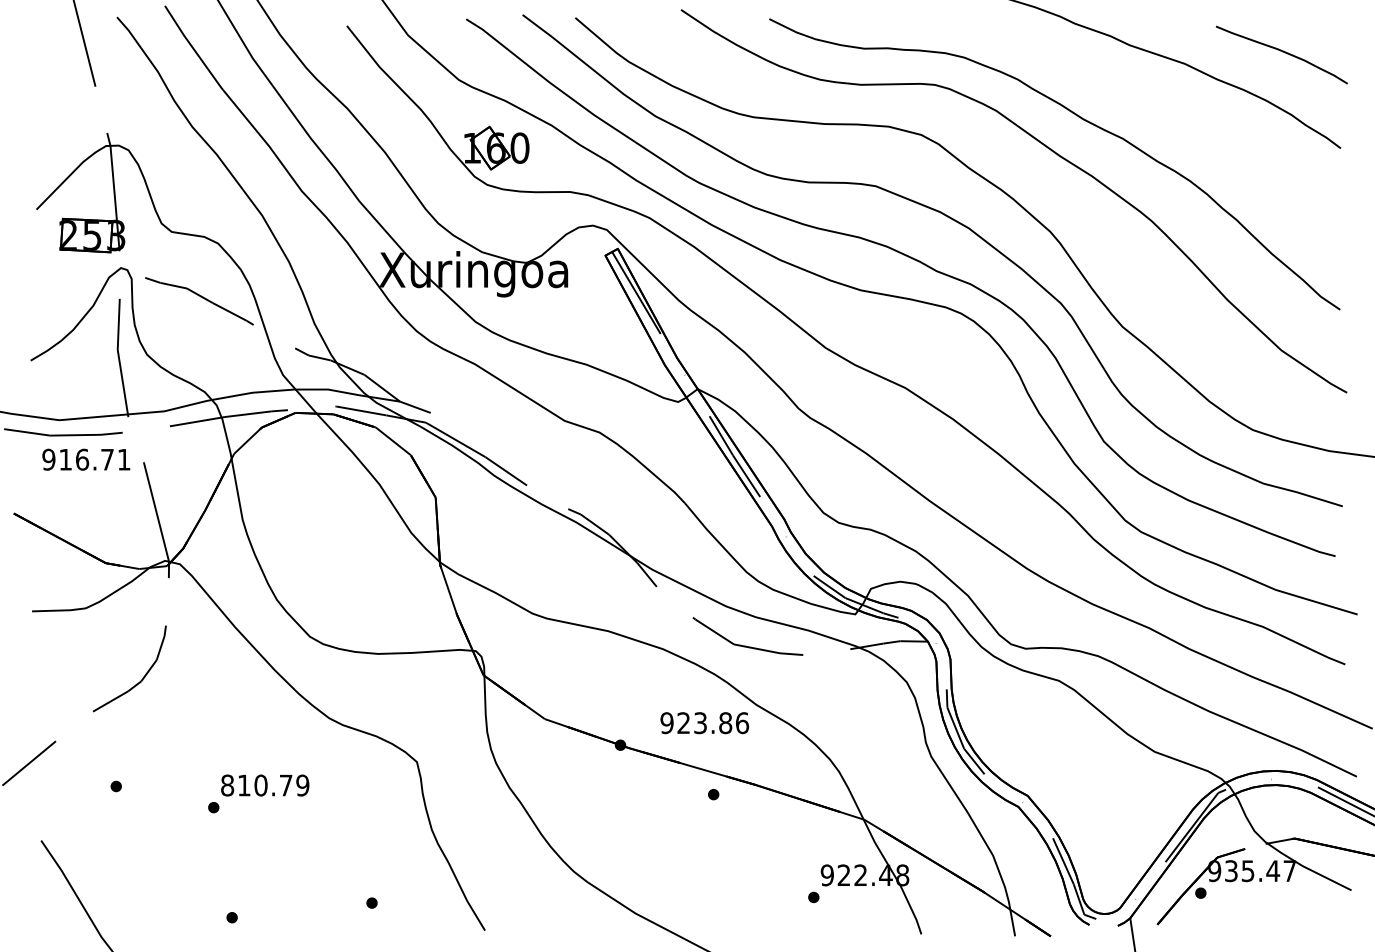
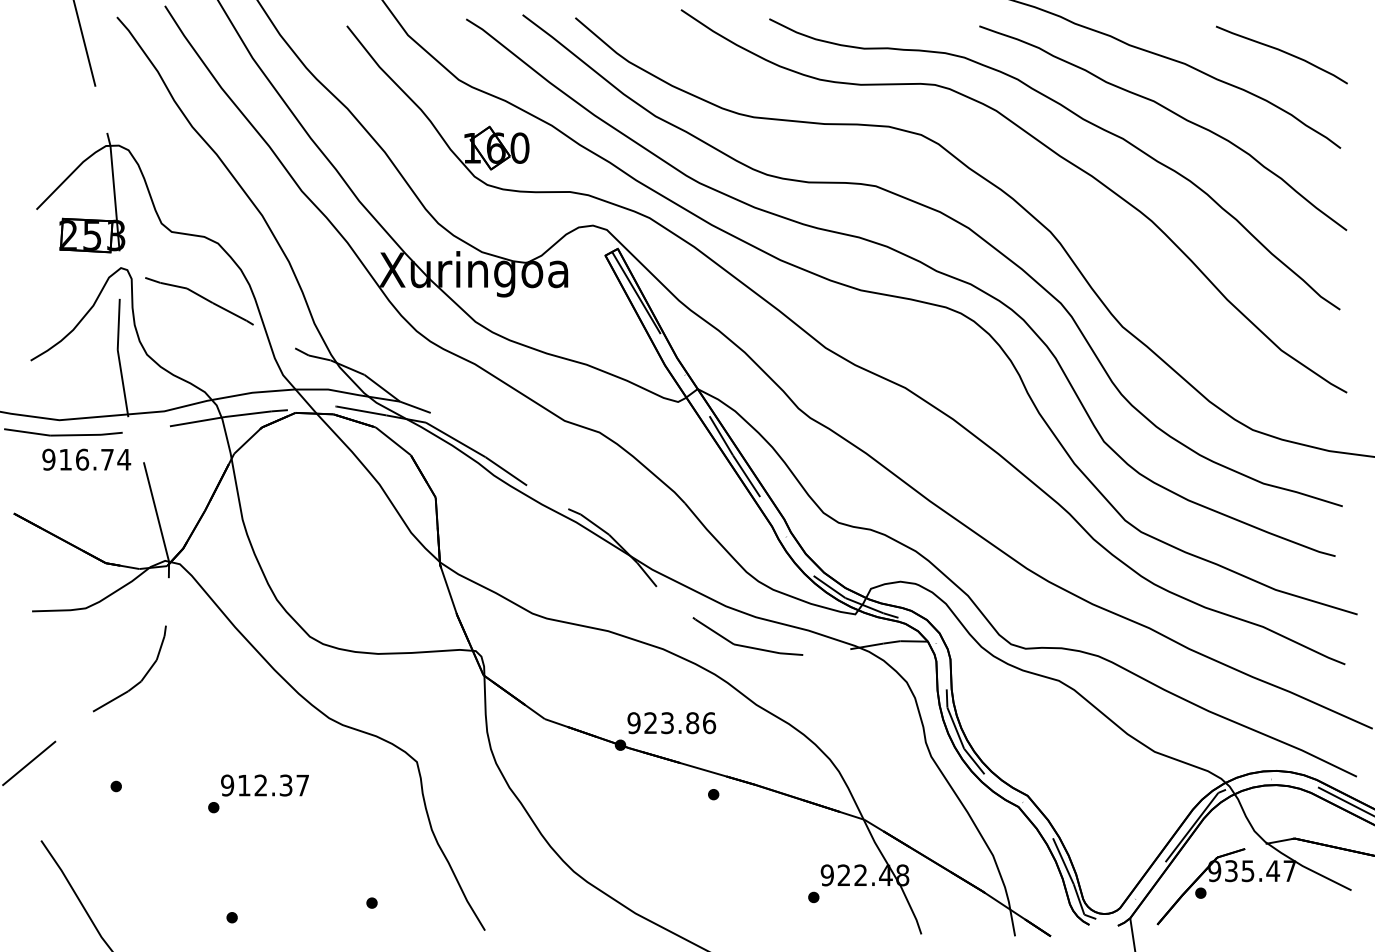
curve at (1172, 113): none -> present
text at (124, 459): 916.71 -> 916.74
text at (704, 723) position: (704, 723) -> (671, 723)
text at (265, 785): 810.79 -> 912.37
